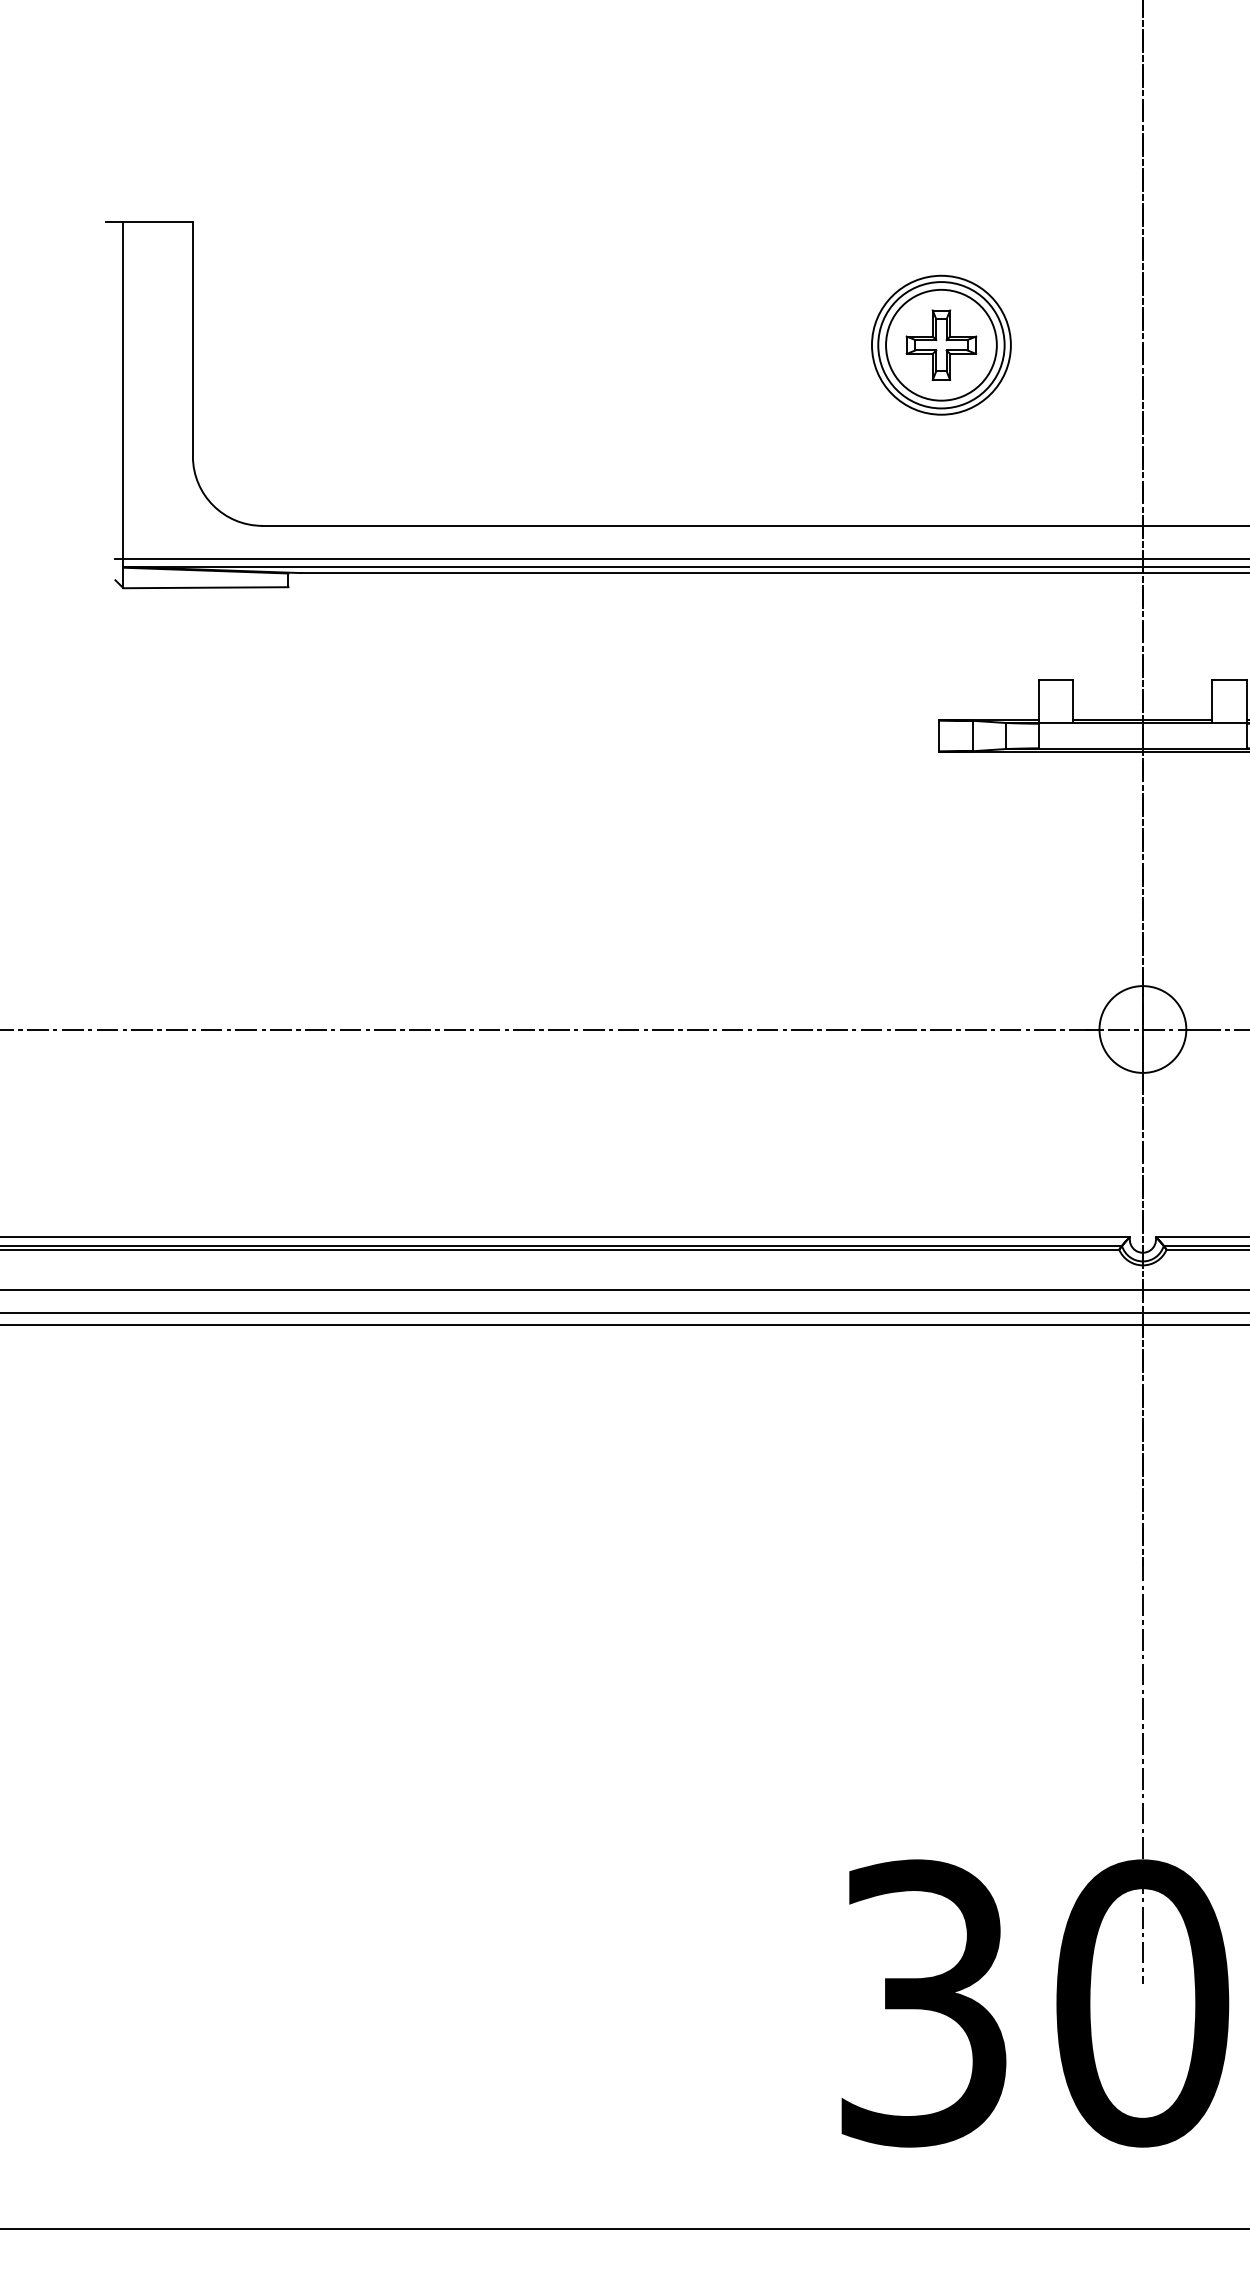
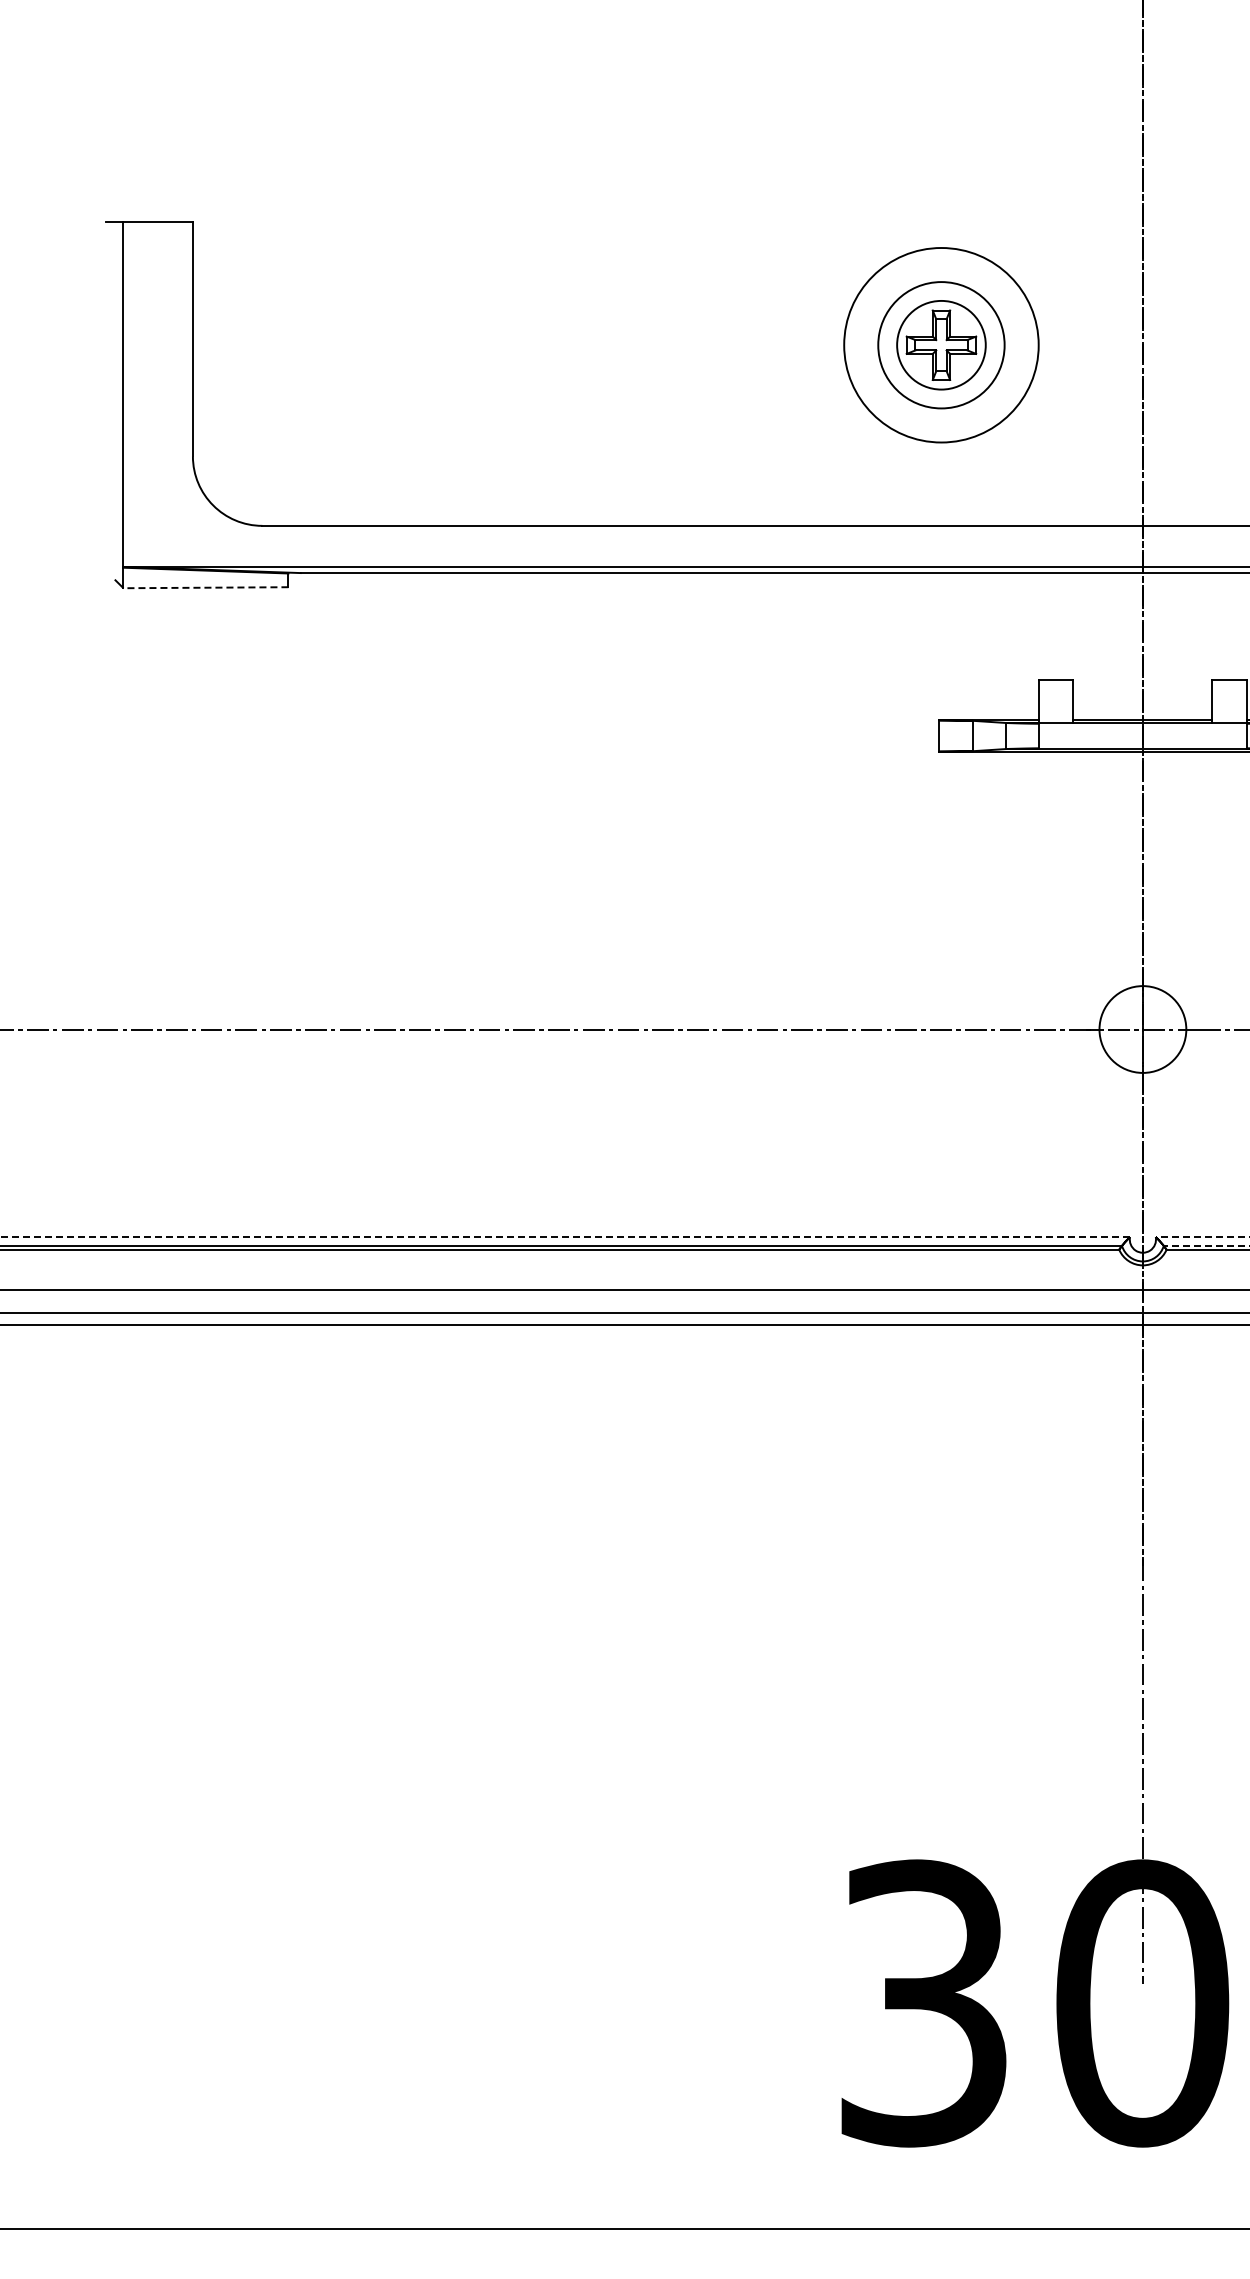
circle at (940, 344) diameter: 139 px -> 195 px
circle at (941, 344) diameter: 111 px -> 89 px
line at (680, 558): present -> none
line at (205, 587): solid -> dashed
line at (565, 1237): solid -> dashed
line at (1202, 1237): solid -> dashed
line at (1206, 1245): solid -> dashed
